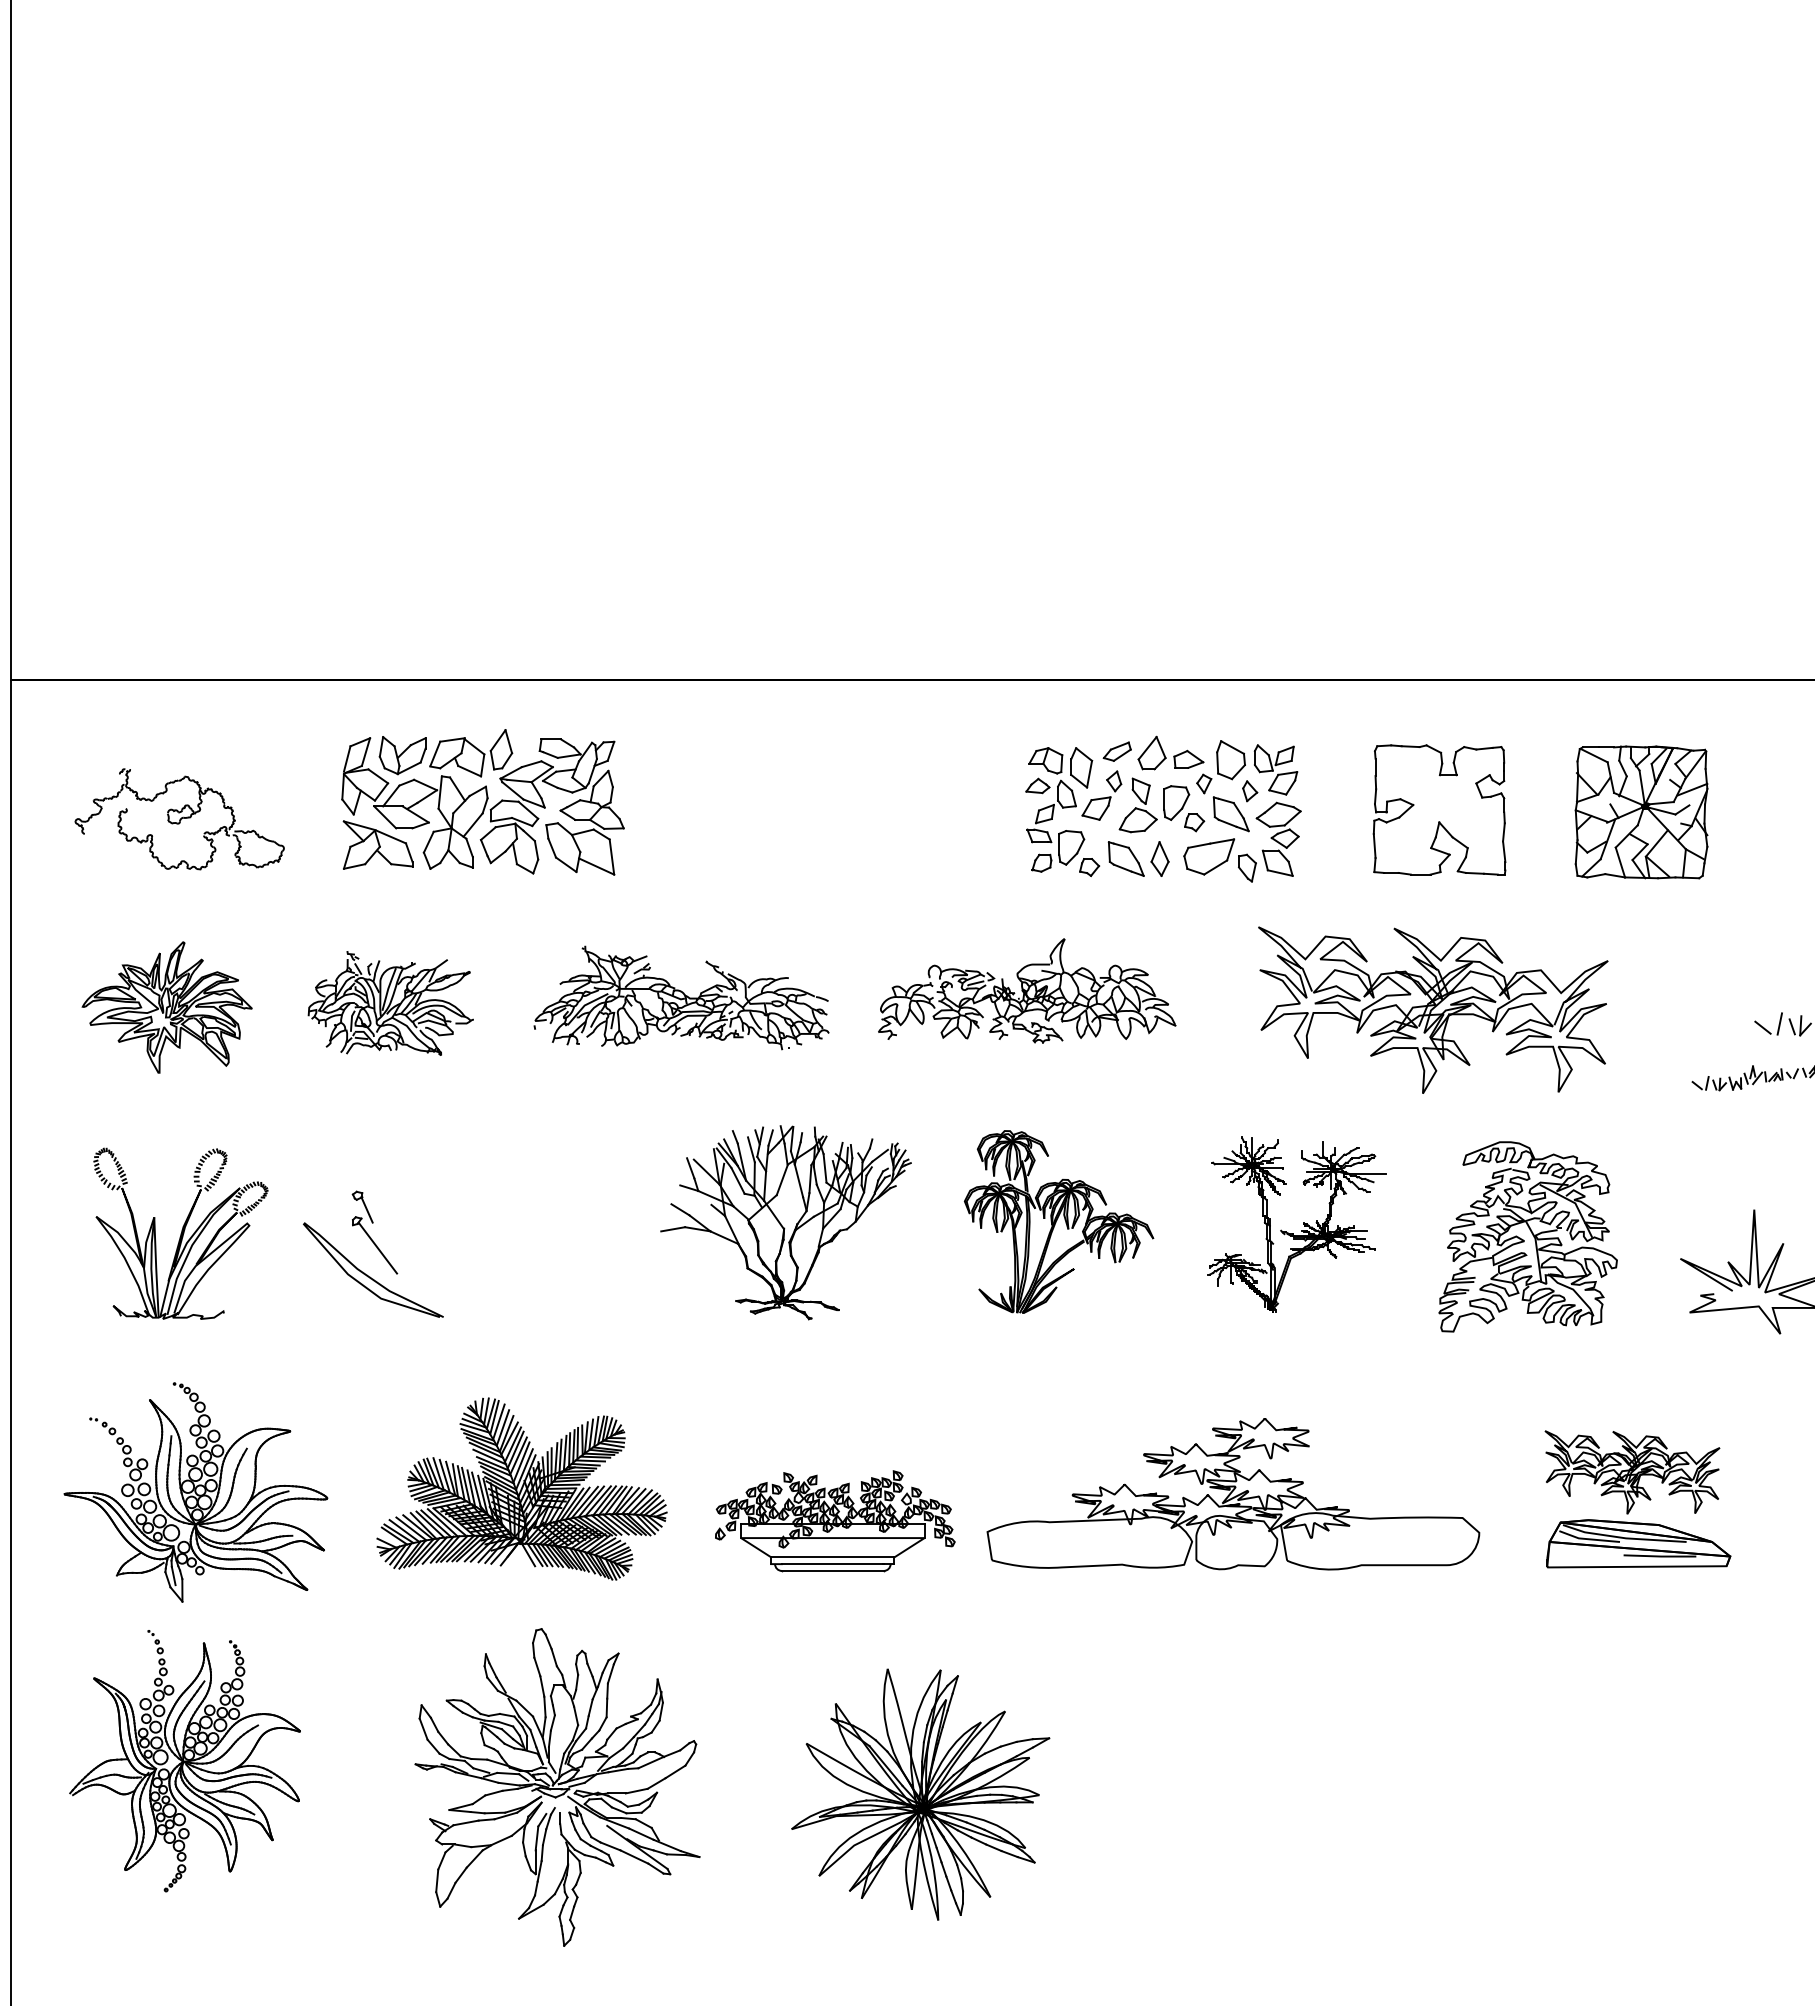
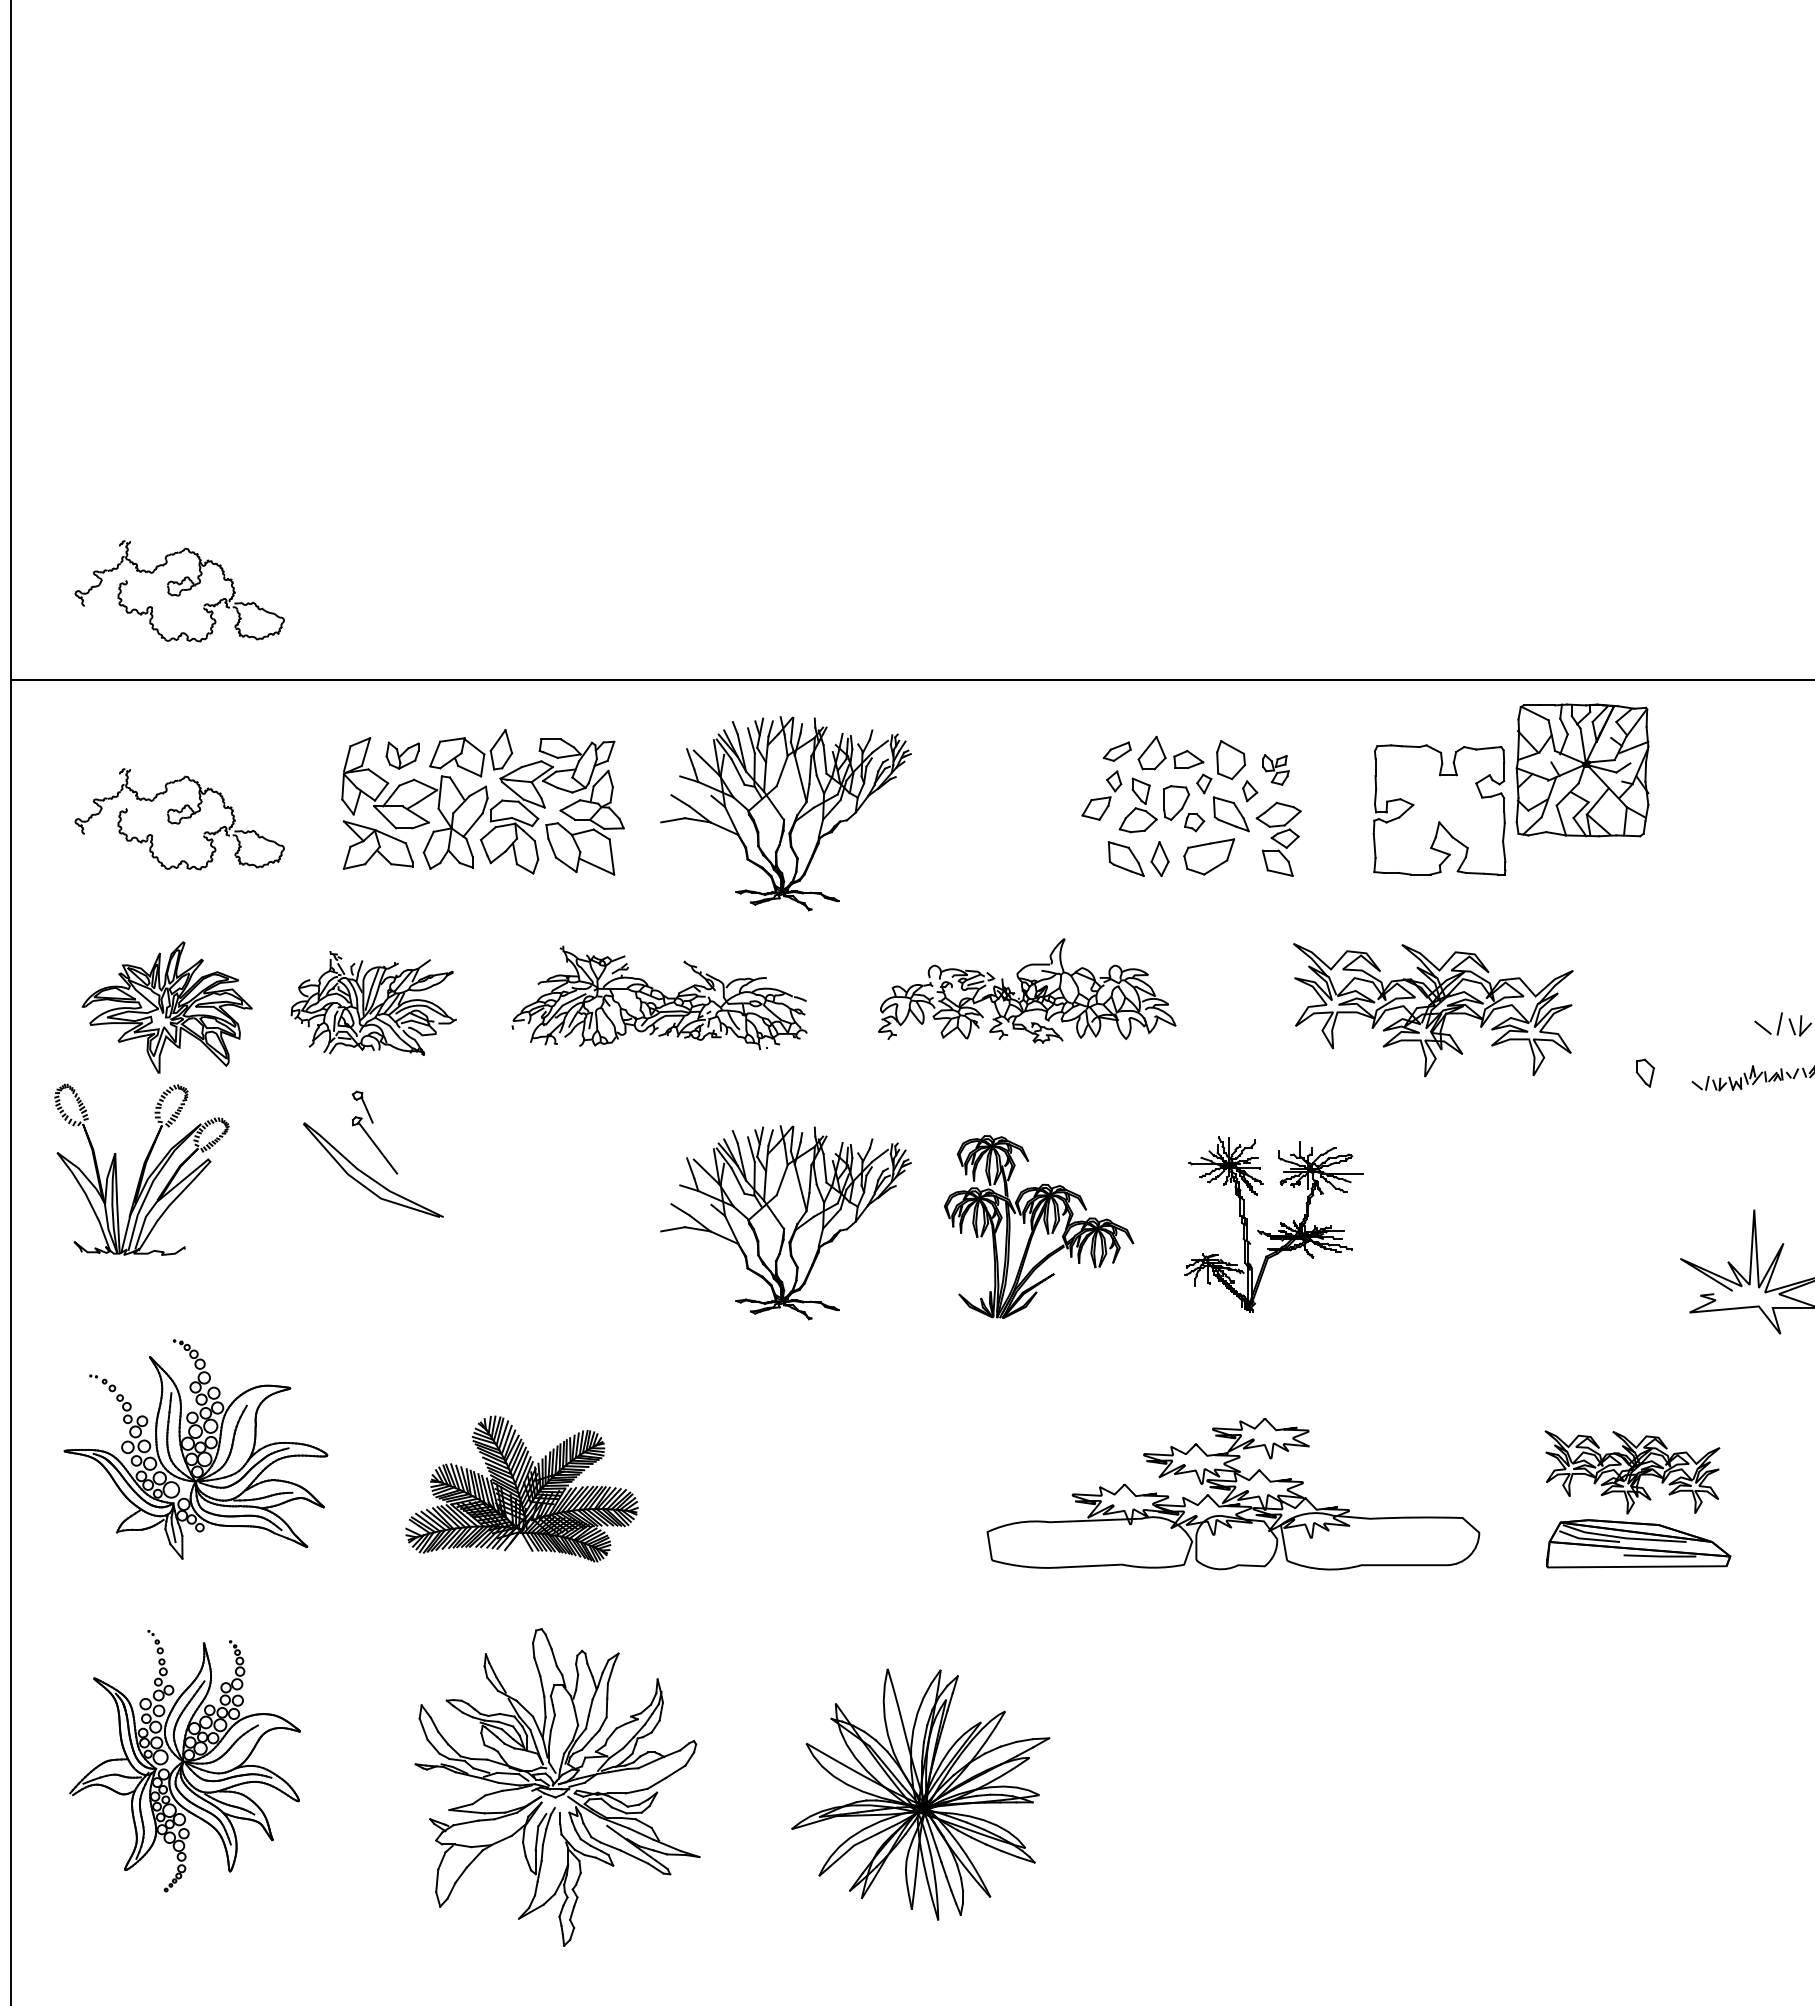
part at (179, 591): none -> present
part at (402, 755) size: 49x40 px -> 35x29 px
part at (1275, 769) size: 46x52 px -> 28x32 px
part at (1062, 811): present -> none
part at (1641, 812) position: (1641, 812) -> (1582, 770)
part at (785, 813): none -> present
part at (1247, 867) position: (1247, 867) -> (1645, 1072)
part at (681, 997) position: (681, 997) -> (659, 997)
part at (390, 1003) position: (390, 1003) -> (373, 1003)
part at (1433, 1009) size: 351x168 px -> 281x135 px
part at (1058, 1221) position: (1058, 1221) -> (1038, 1226)
part at (1303, 1224) position: (1303, 1224) -> (1280, 1224)
part at (180, 1233) position: (180, 1233) -> (141, 1169)
part at (1527, 1236): present -> none
part at (373, 1253) position: (373, 1253) -> (373, 1153)
part at (521, 1488) size: 292x184 px -> 234x148 px
part at (195, 1492) position: (195, 1492) -> (195, 1449)
part at (835, 1521): present -> none
